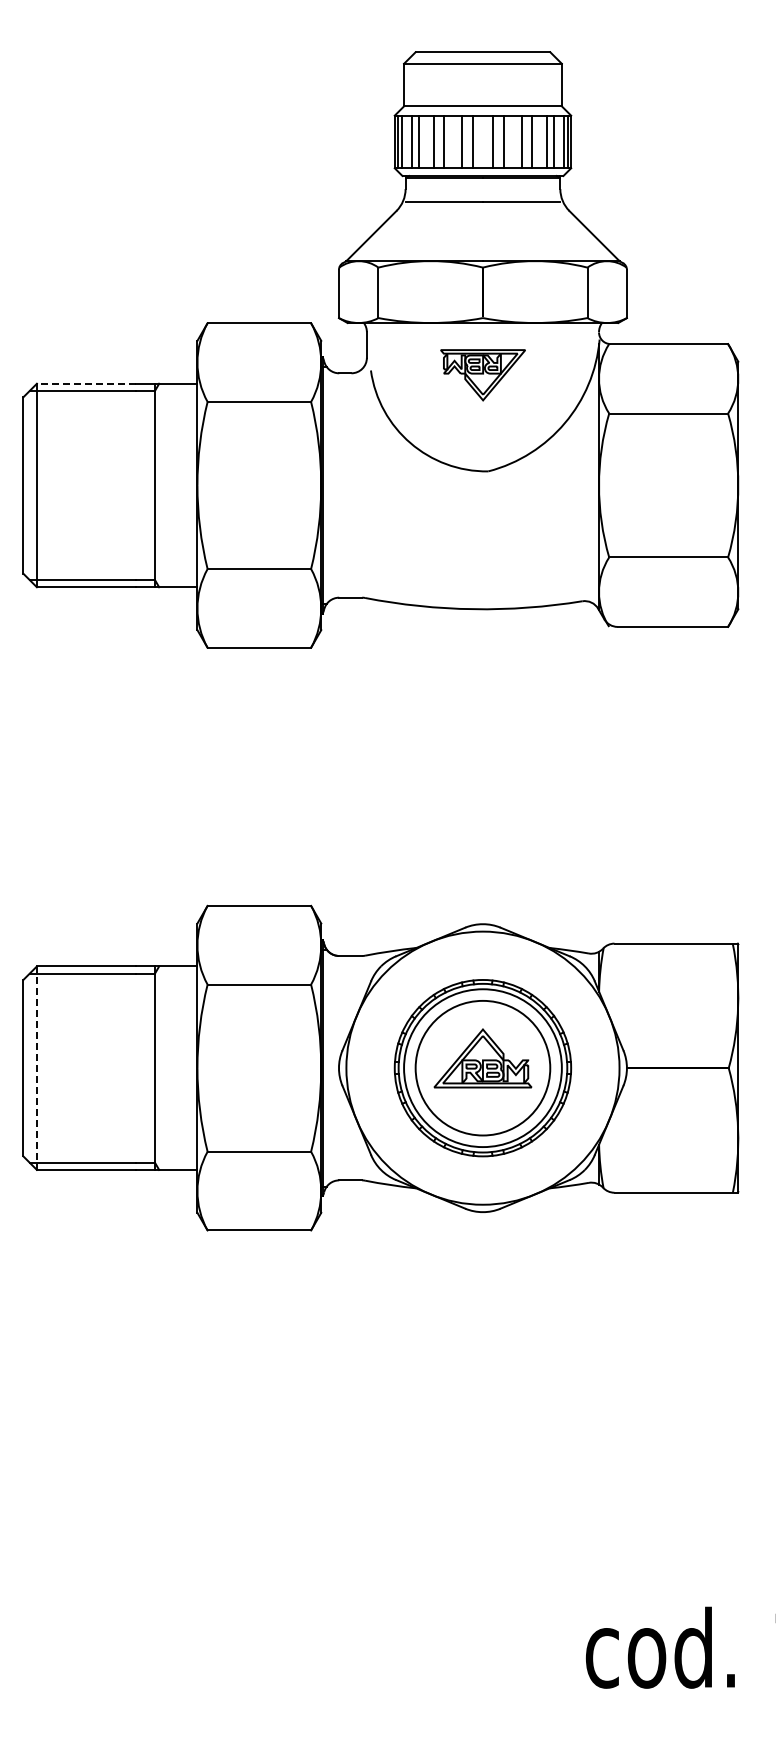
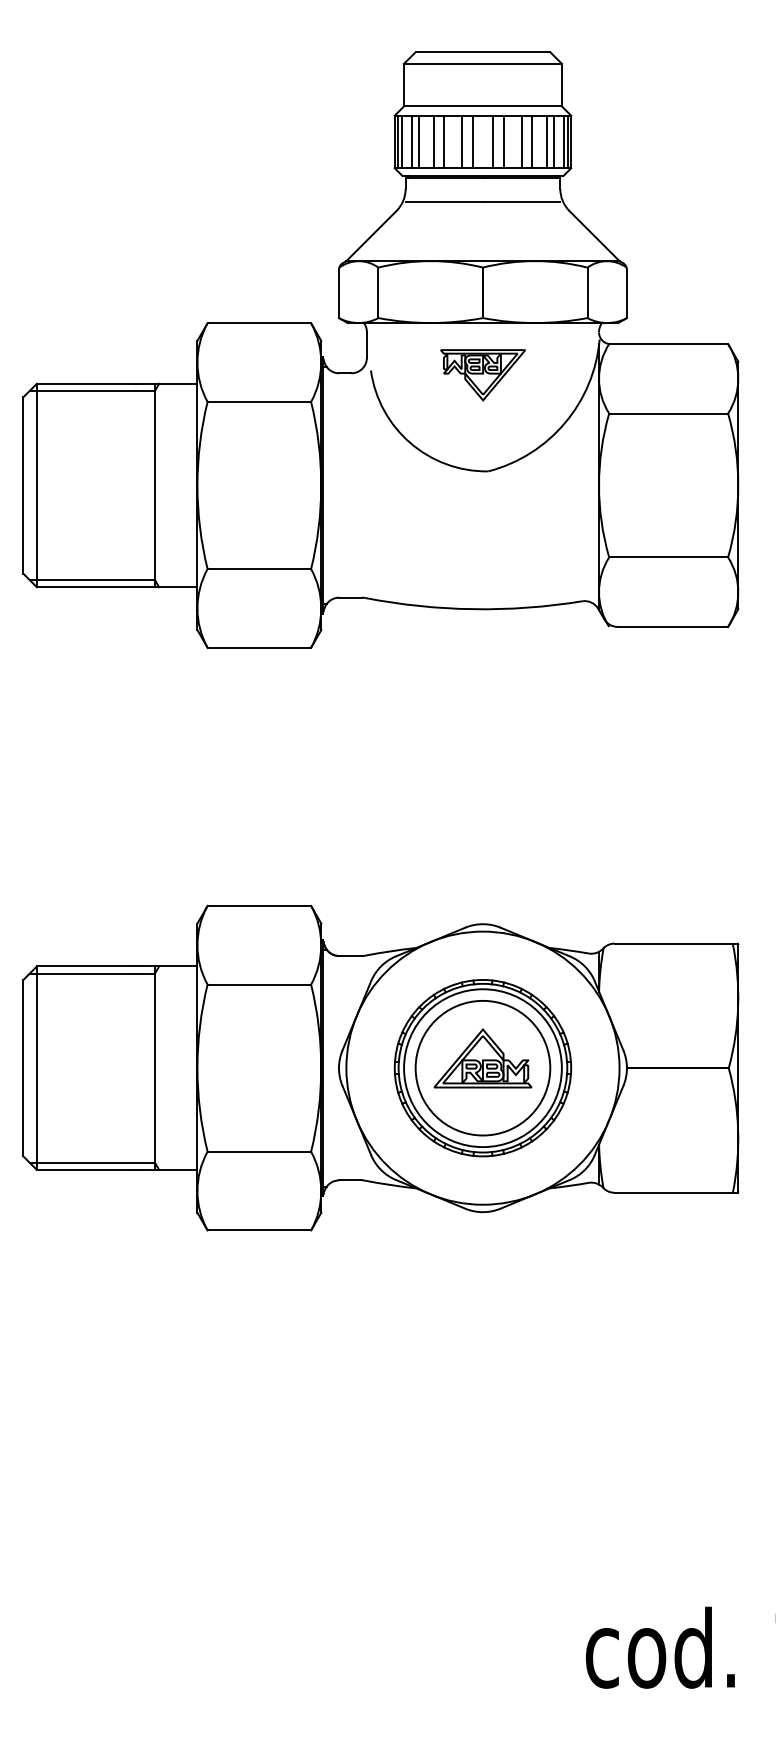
line at (85, 383): dashed -> solid
line at (36, 1068): dashed -> solid
